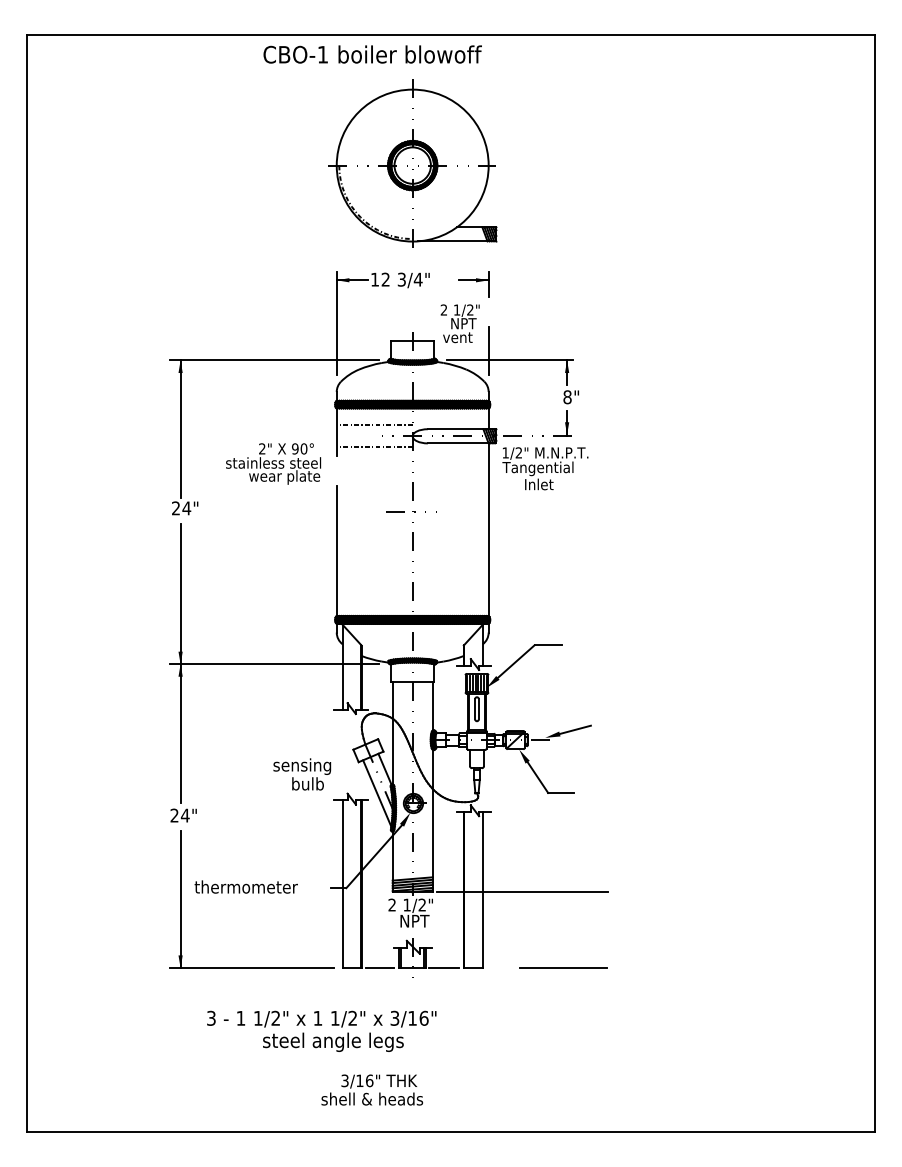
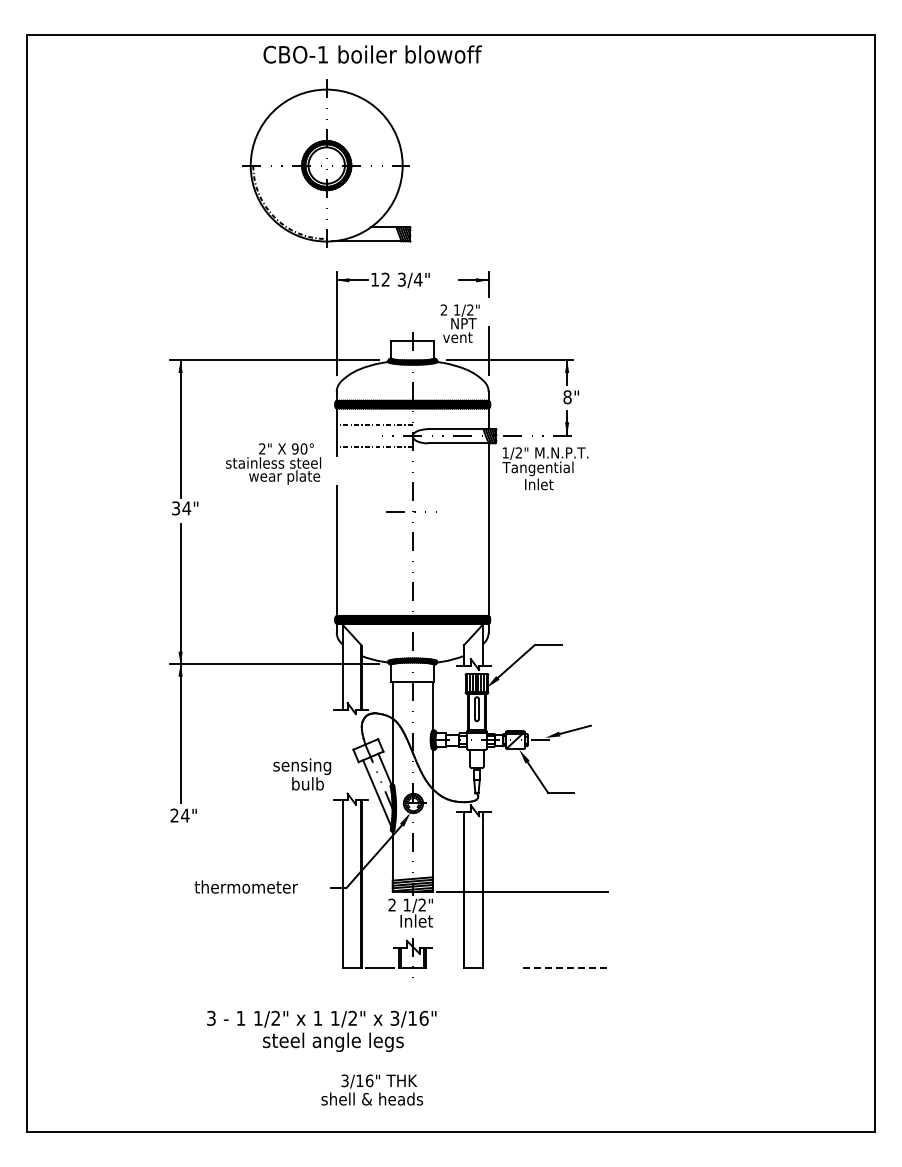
part at (412, 163) position: (412, 163) -> (326, 163)
text at (176, 508): 24" -> 34"
text at (417, 920): NPT -> Inlet
part at (251, 967): present -> none
line at (444, 968): present -> none
line at (563, 968): solid -> dashed
